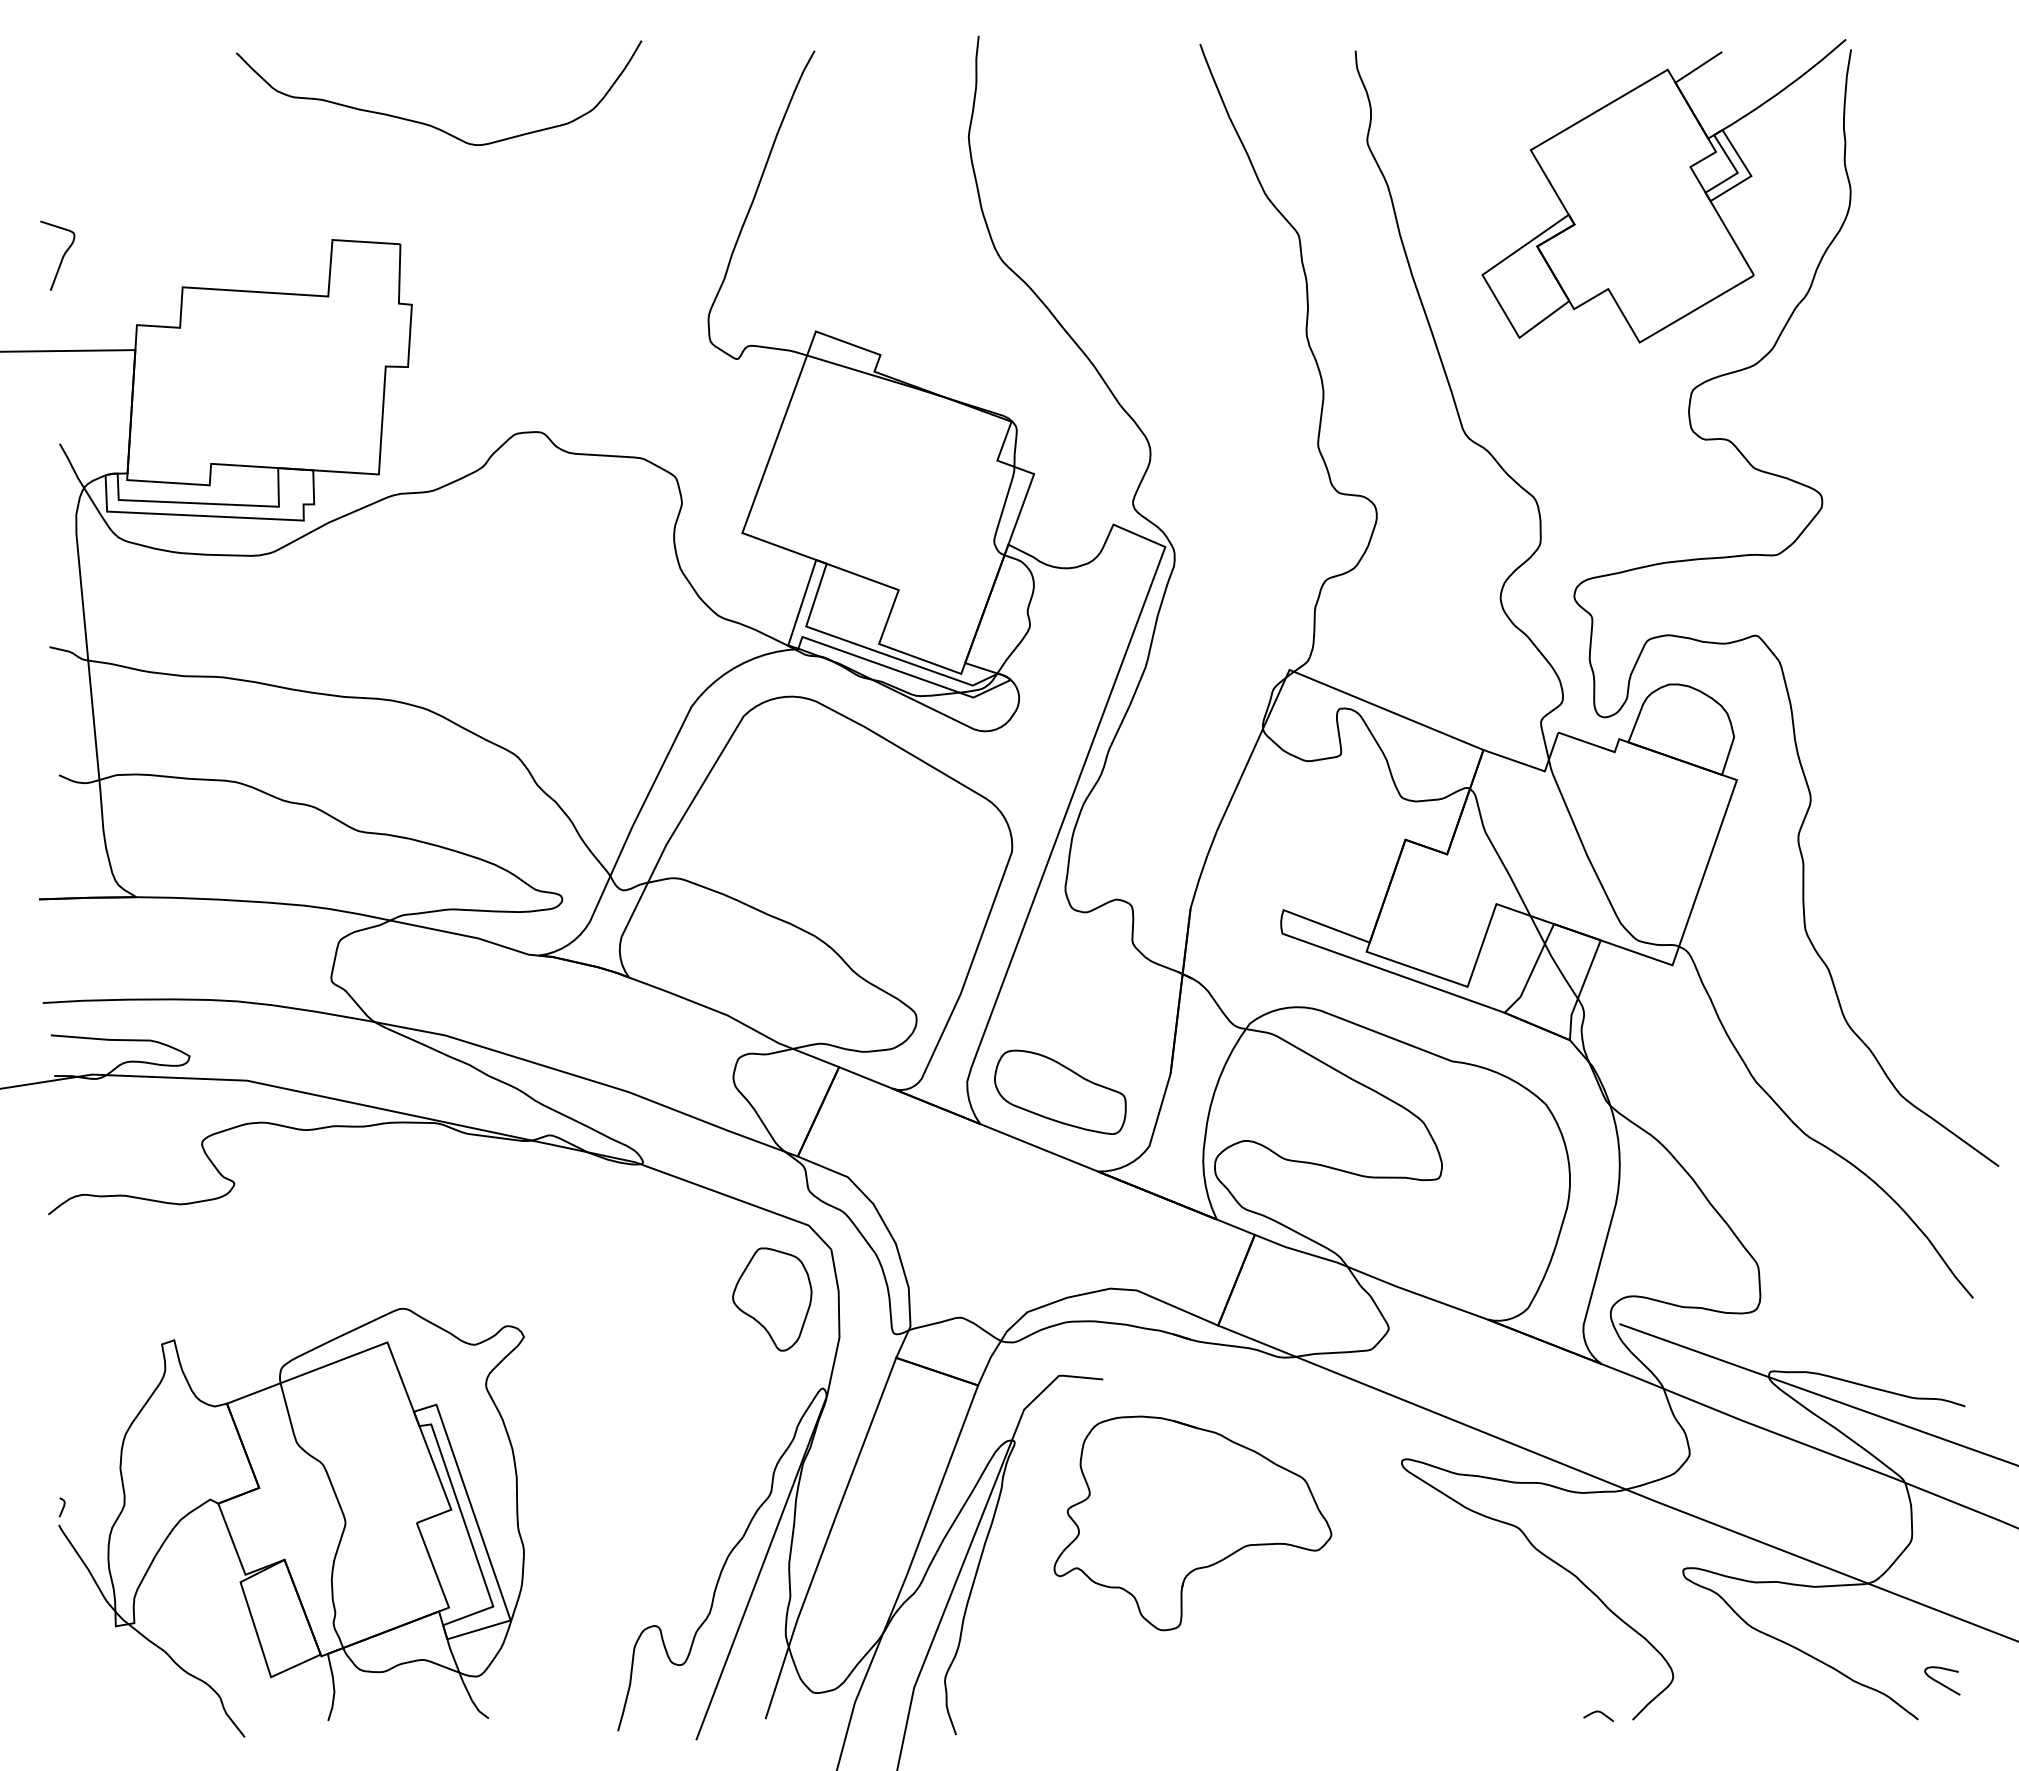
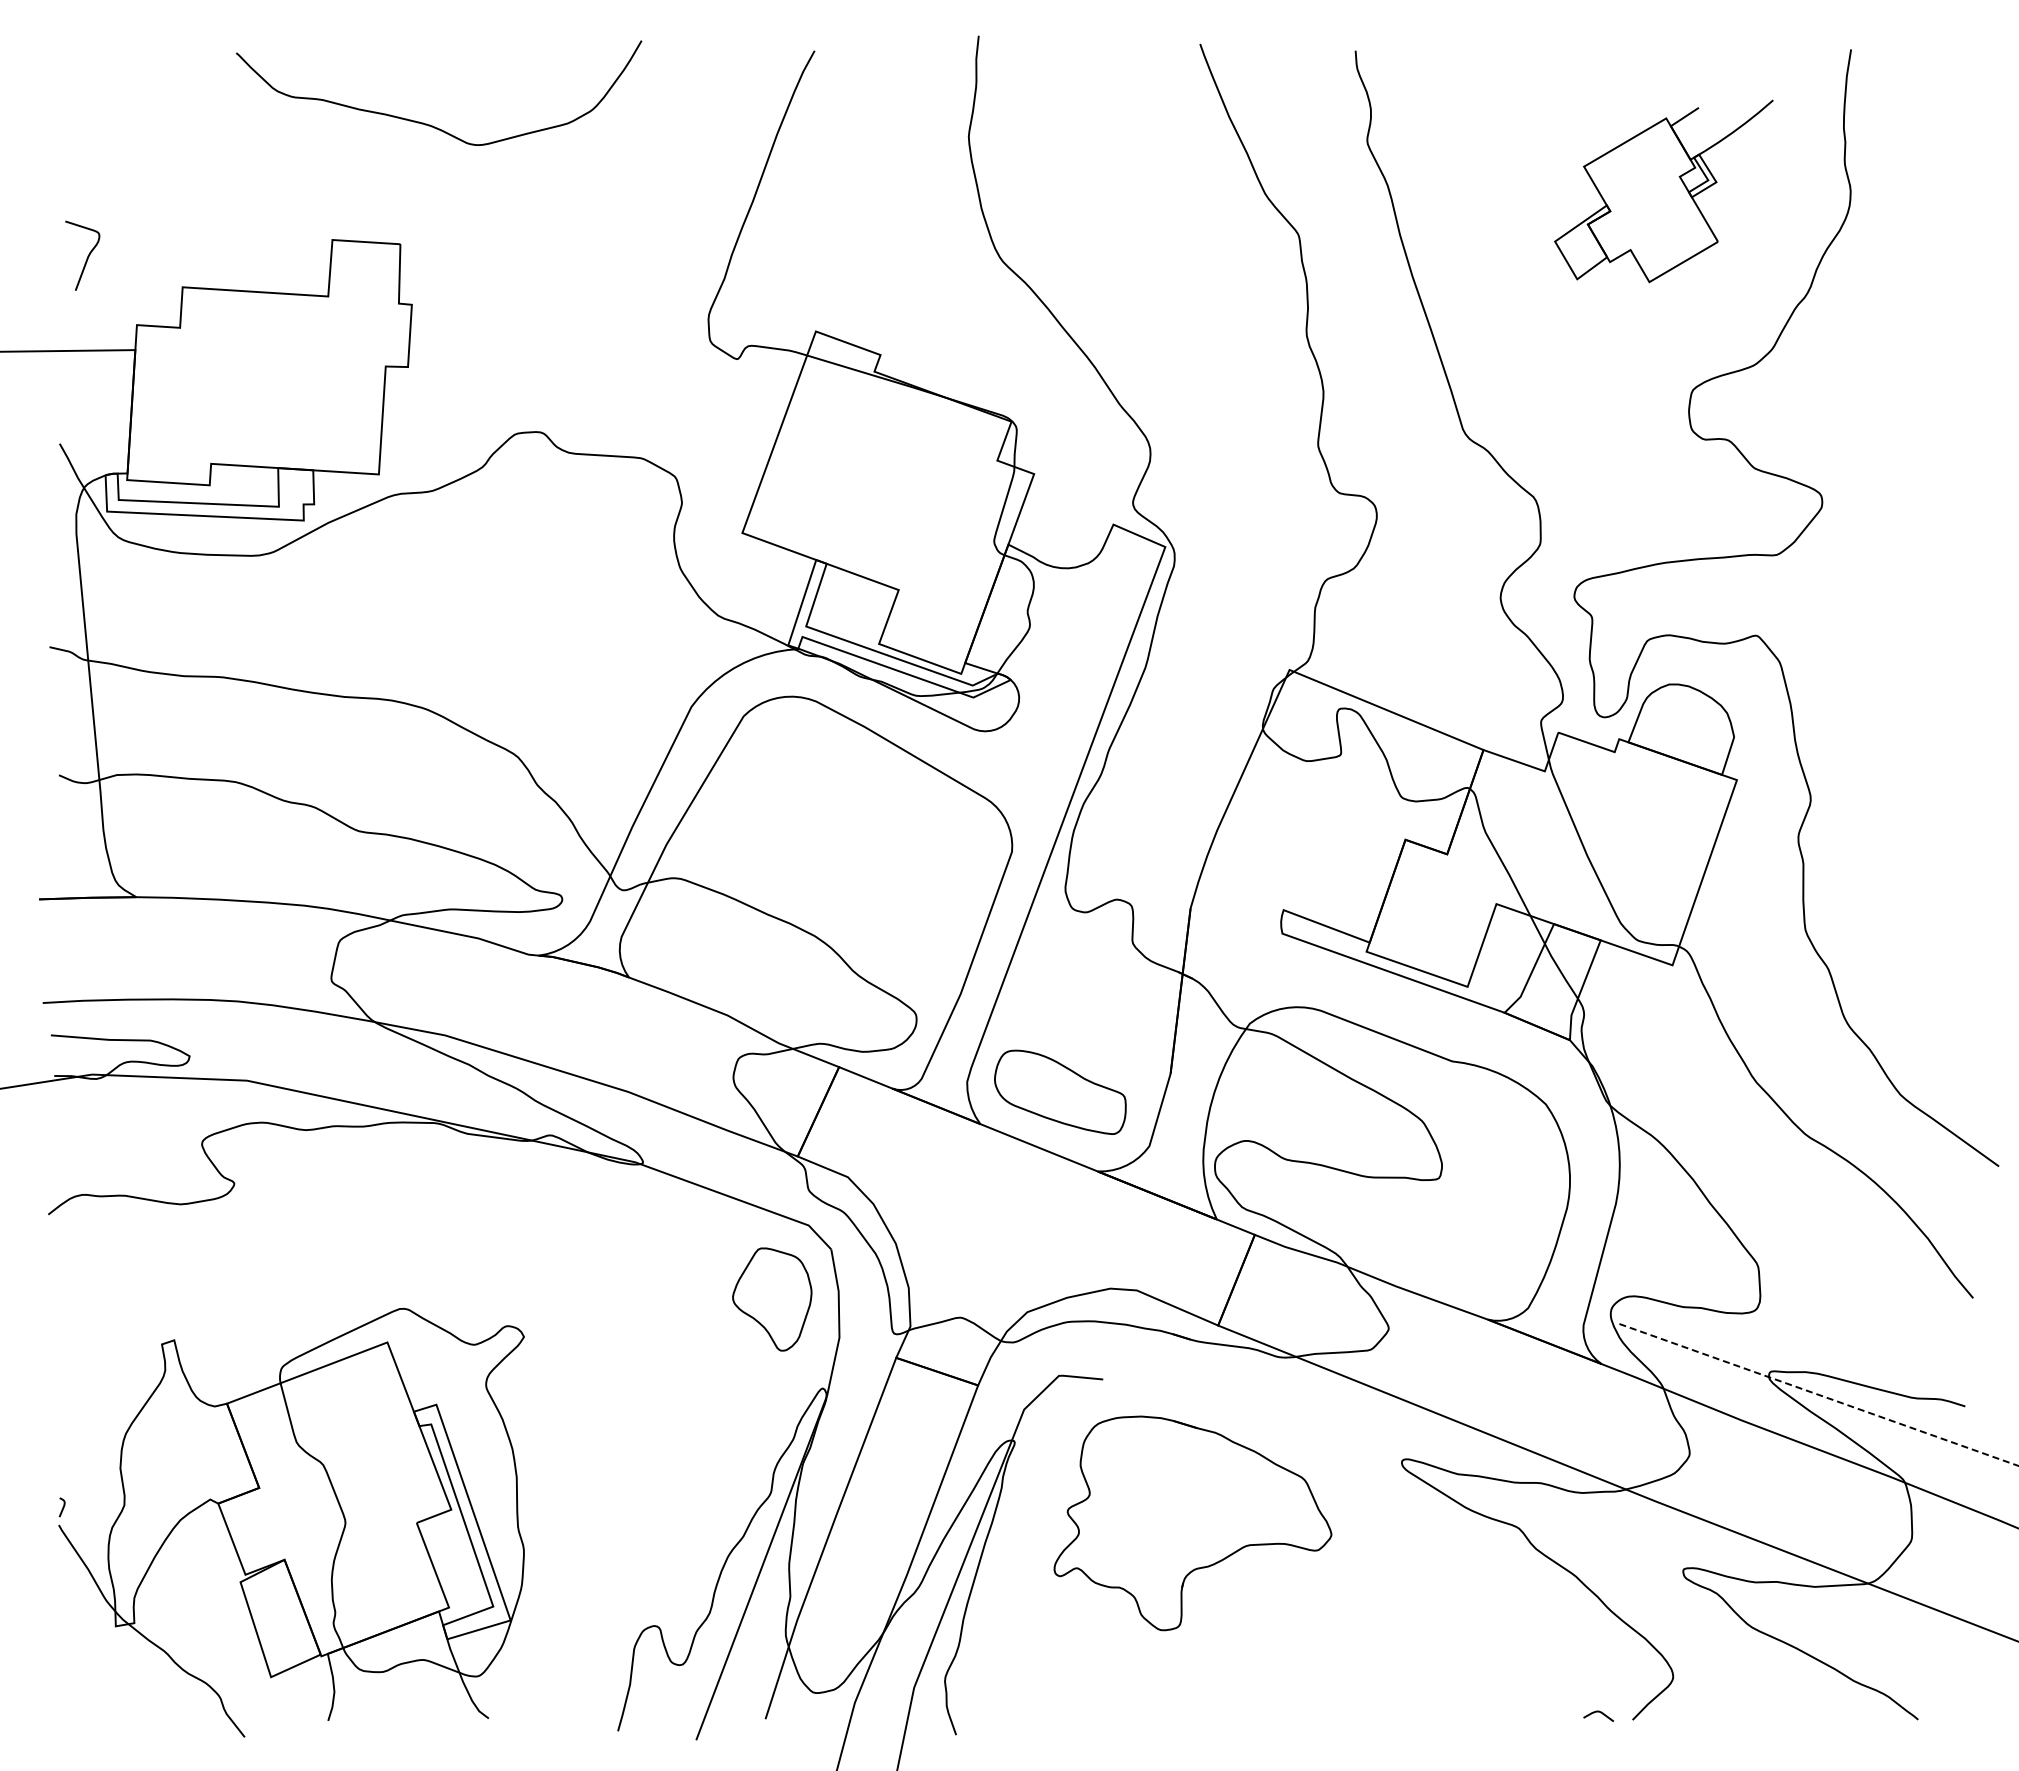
part at (1663, 191) size: 366x305 px -> 220x185 px
curve at (61, 258) position: (61, 258) -> (86, 258)
line at (1818, 1394): solid -> dashed
curve at (1940, 1682): present -> none
